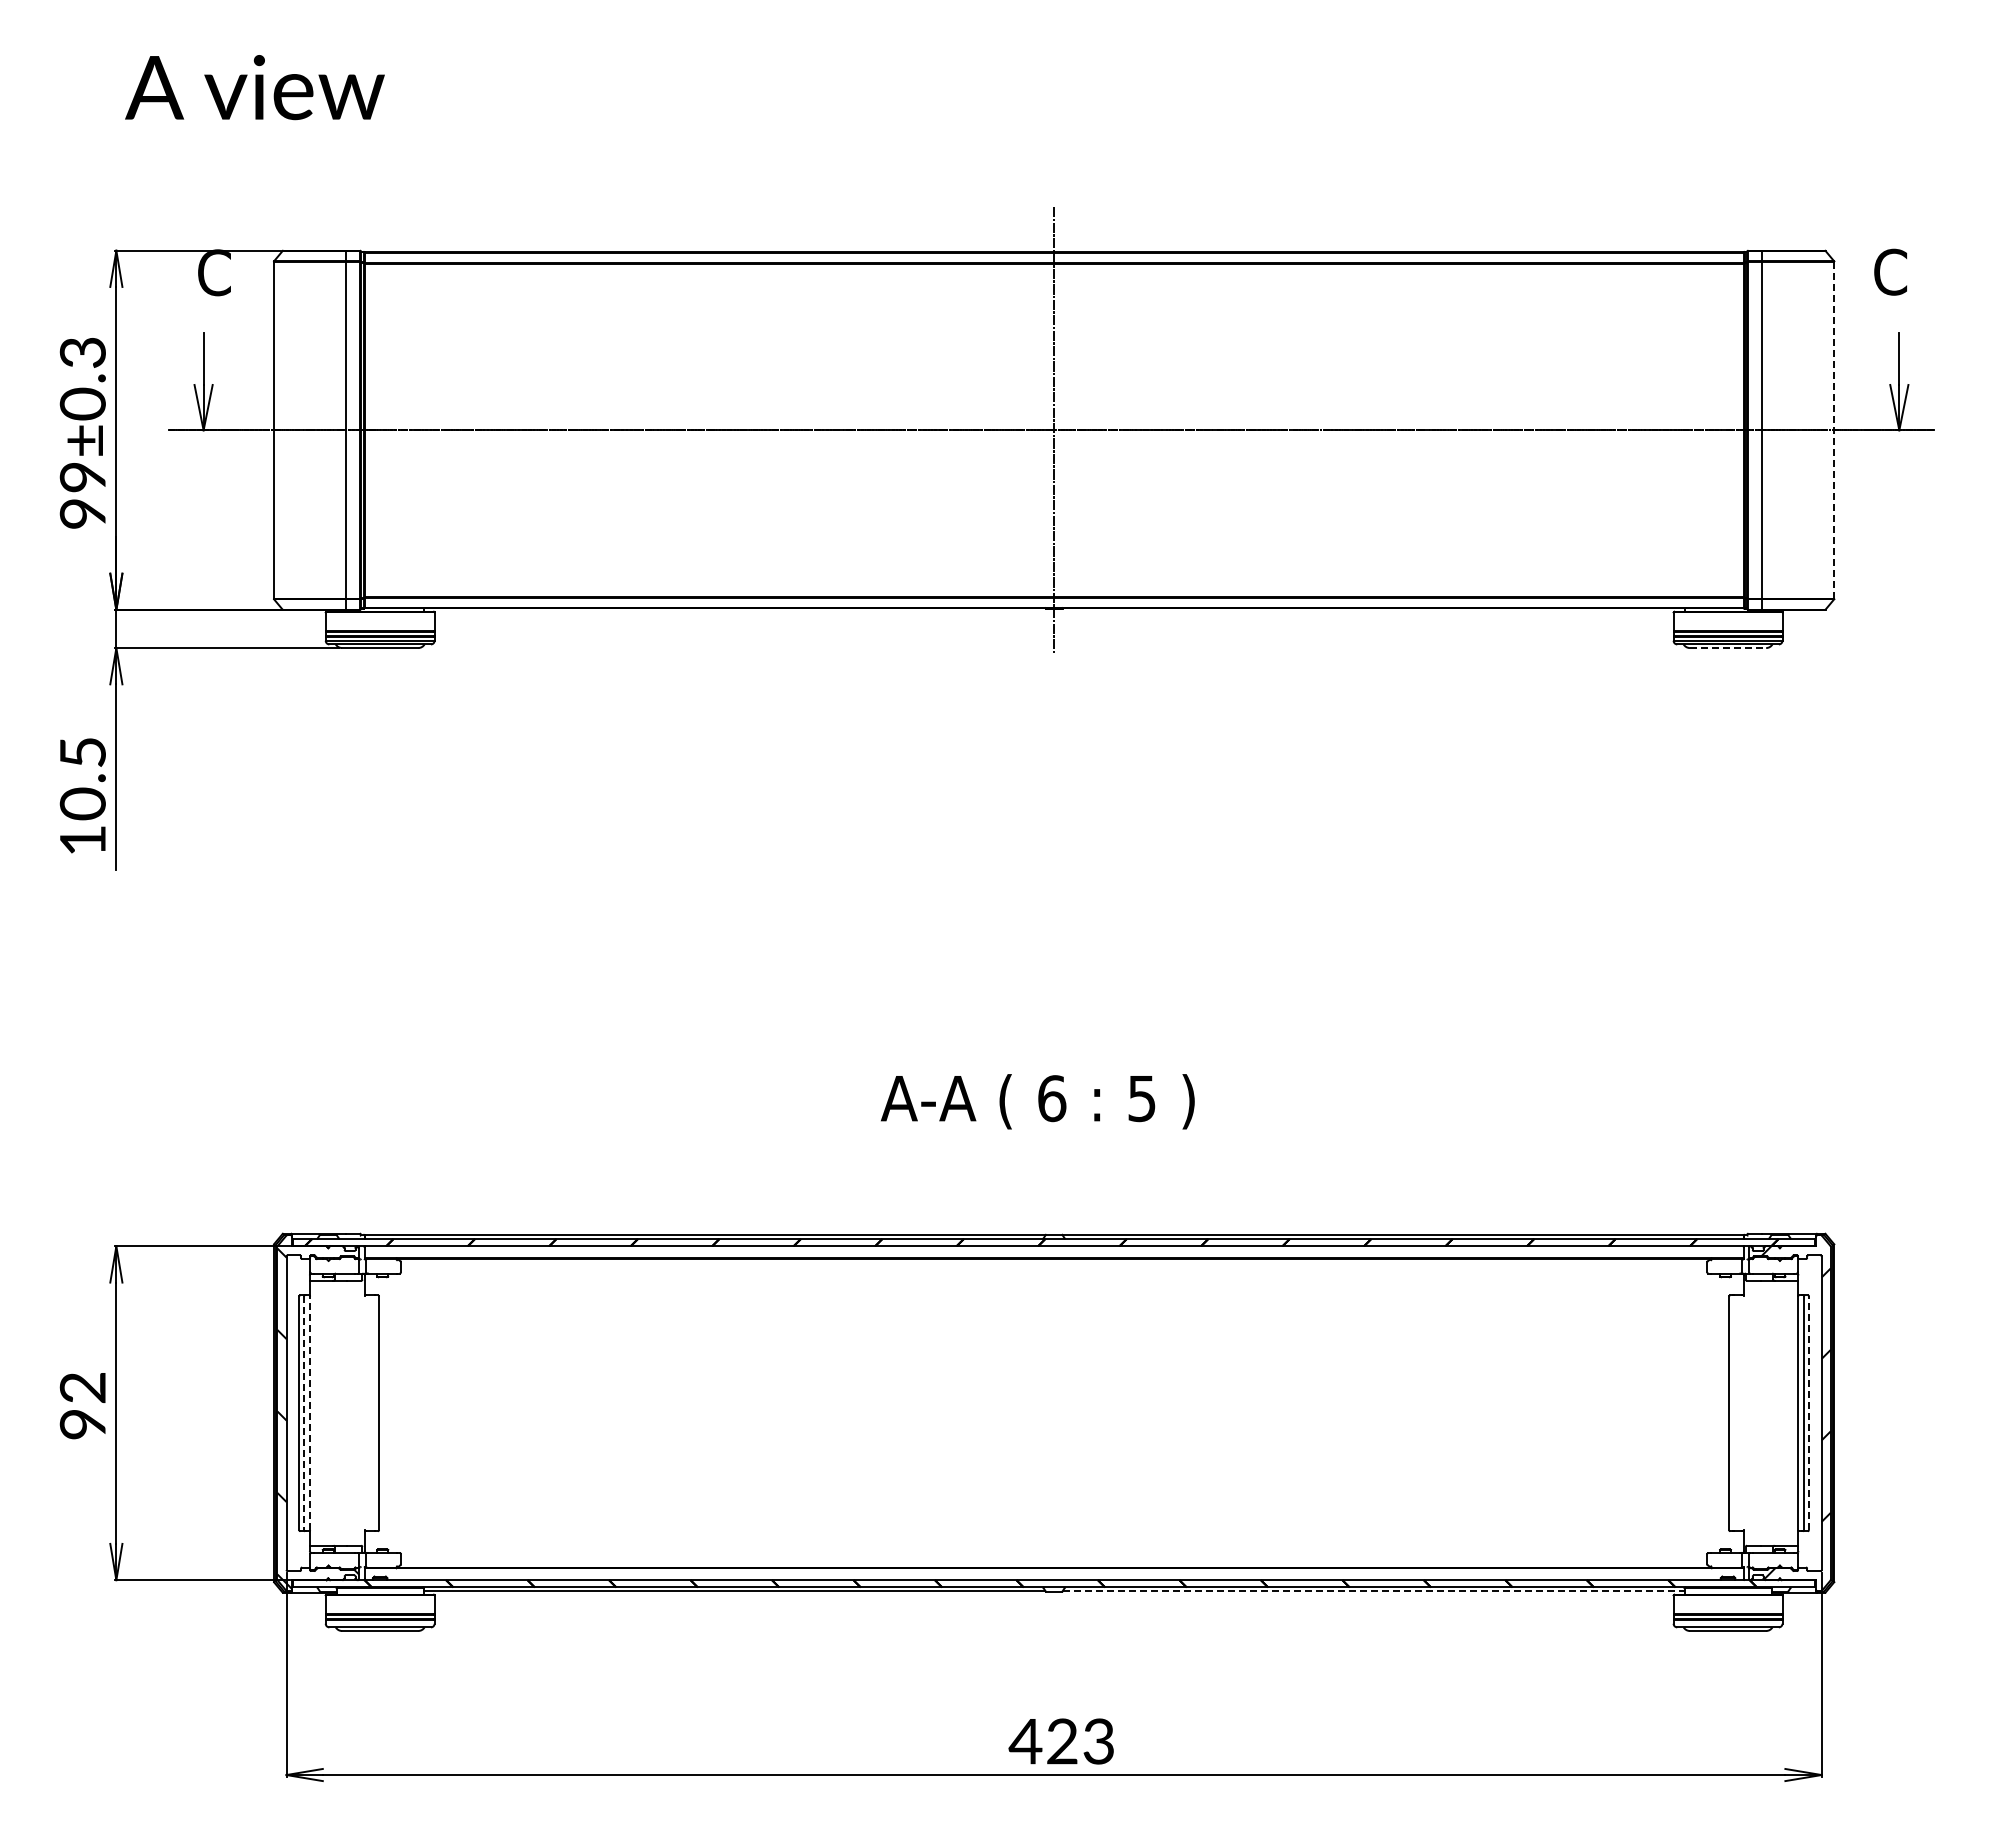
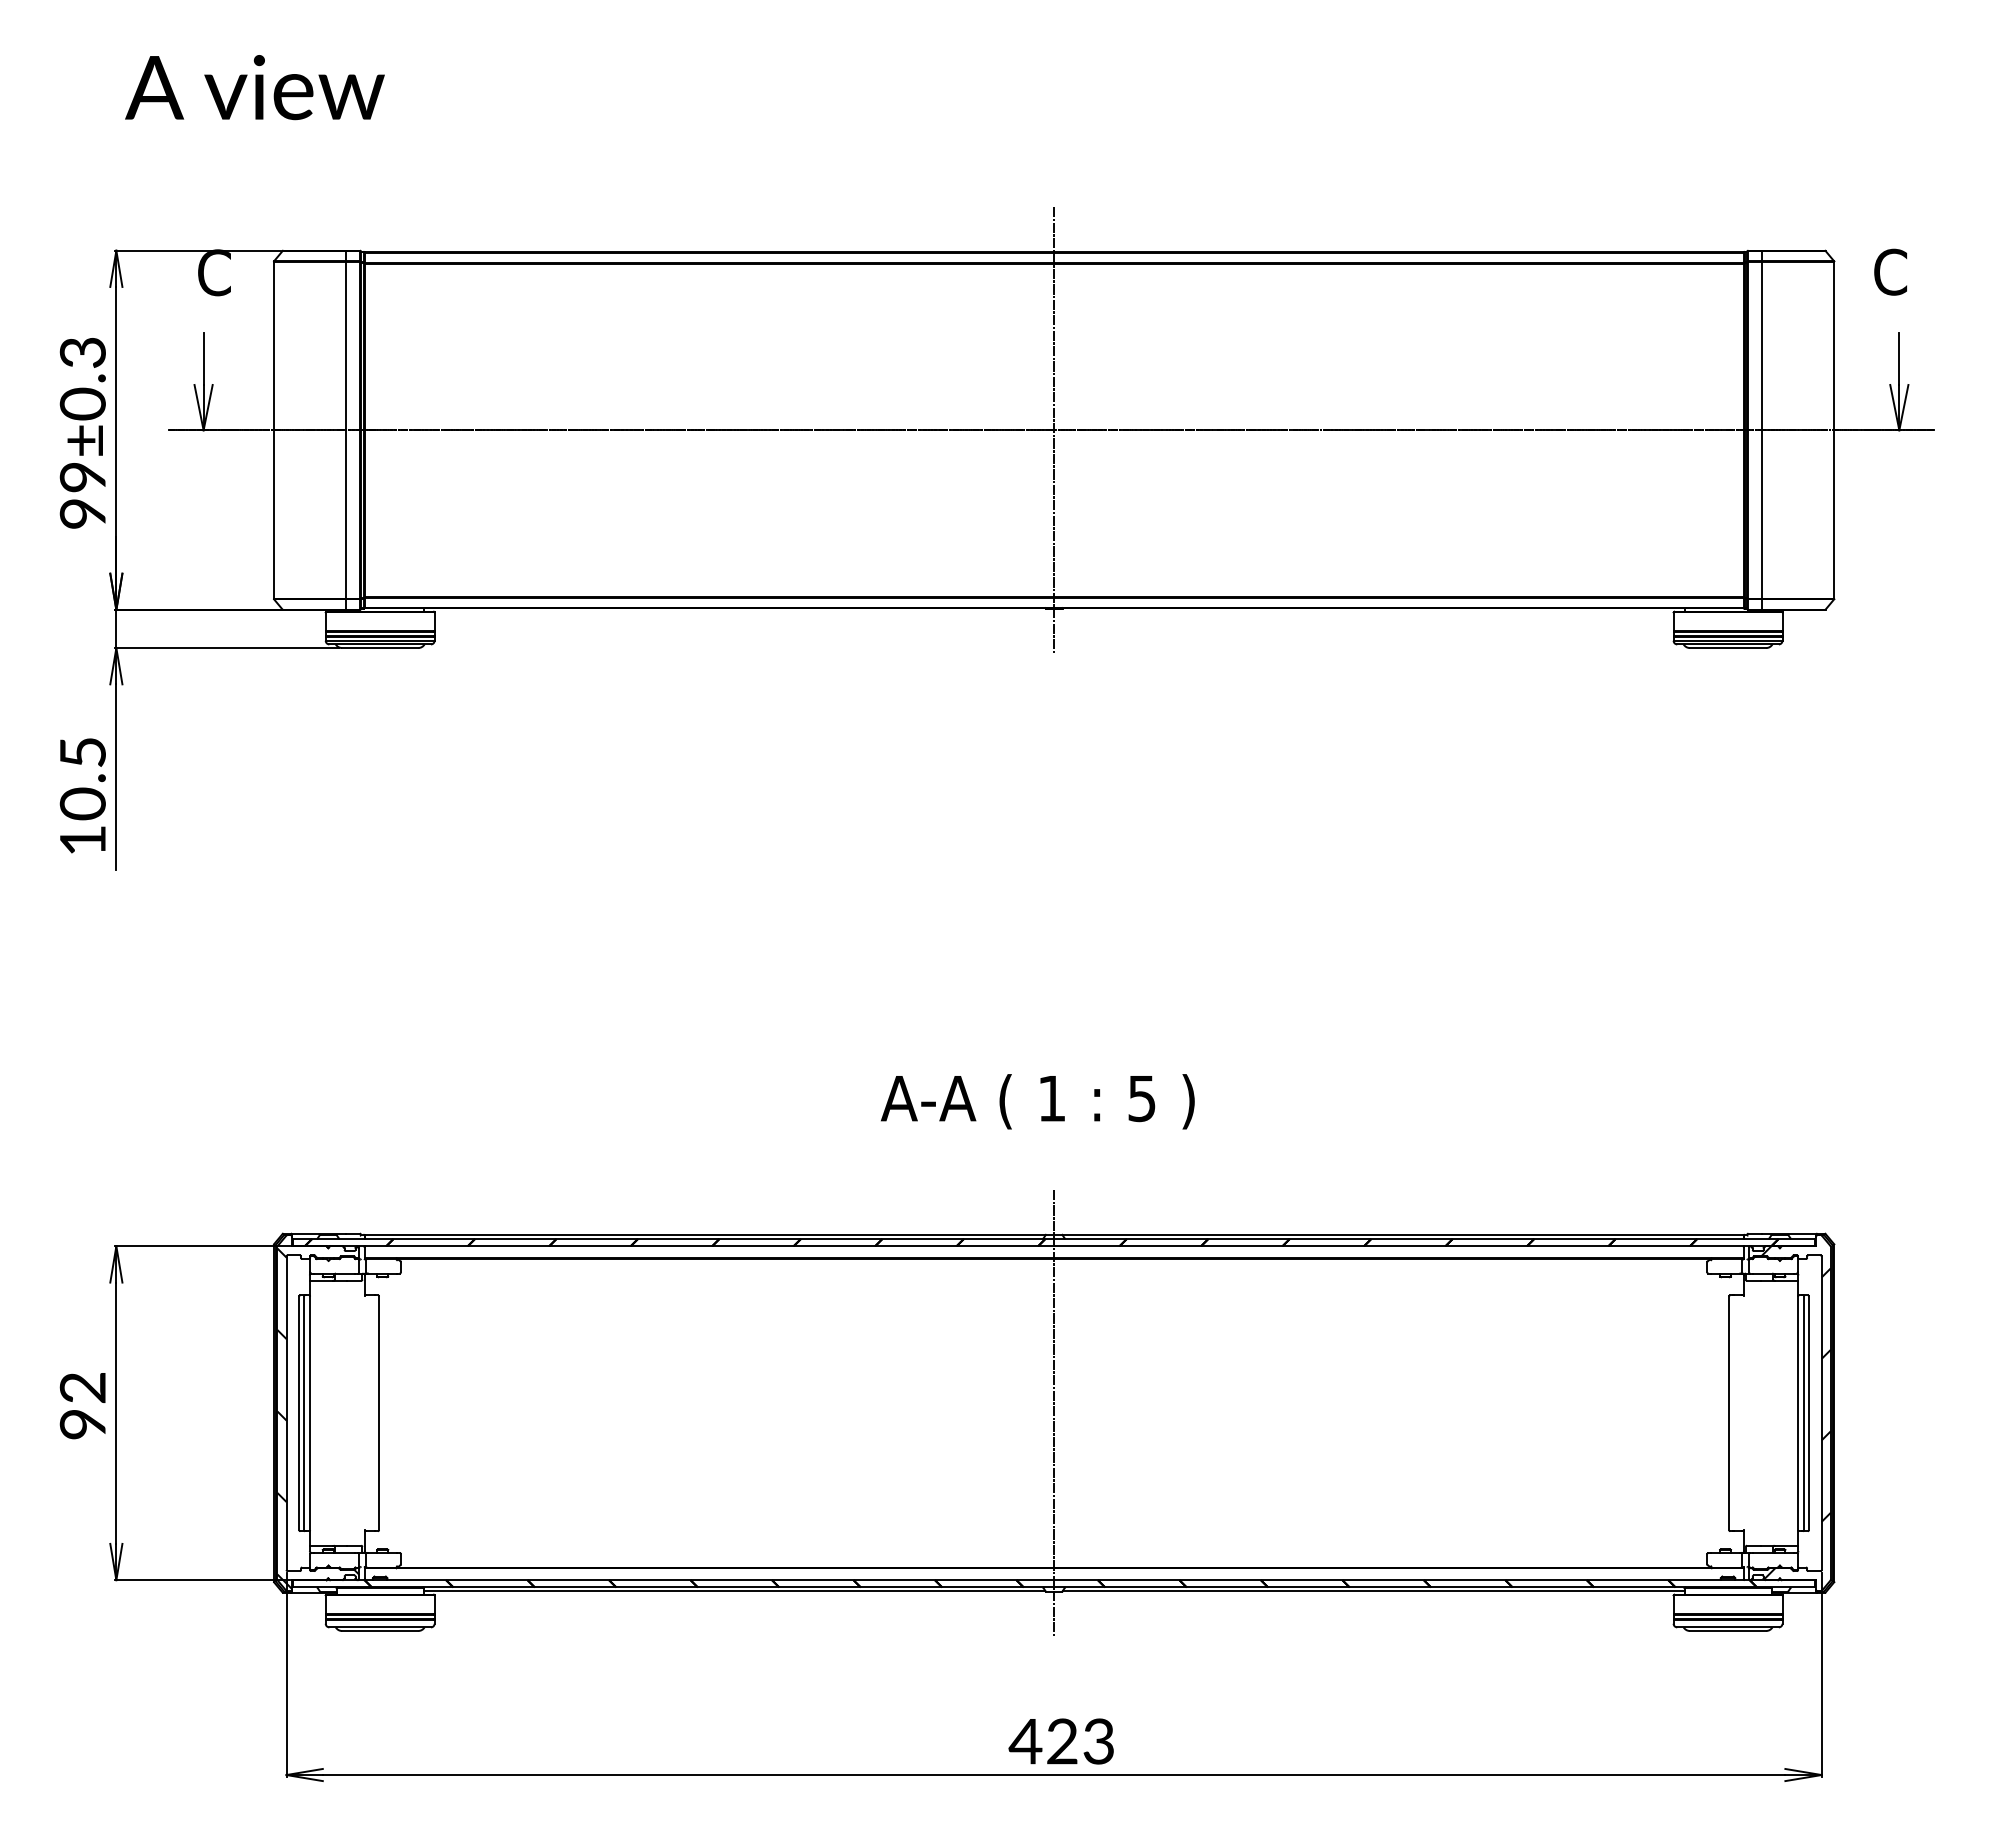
line at (1834, 429): dashed -> solid
line at (1728, 648): dashed -> solid
text at (1052, 1098): 6 -> 1
line at (303, 1413): dashed -> solid
line at (310, 1413): dashed -> solid
line at (1054, 1413): none -> present
line at (1808, 1413): dashed -> solid
line at (1373, 1591): dashed -> solid
